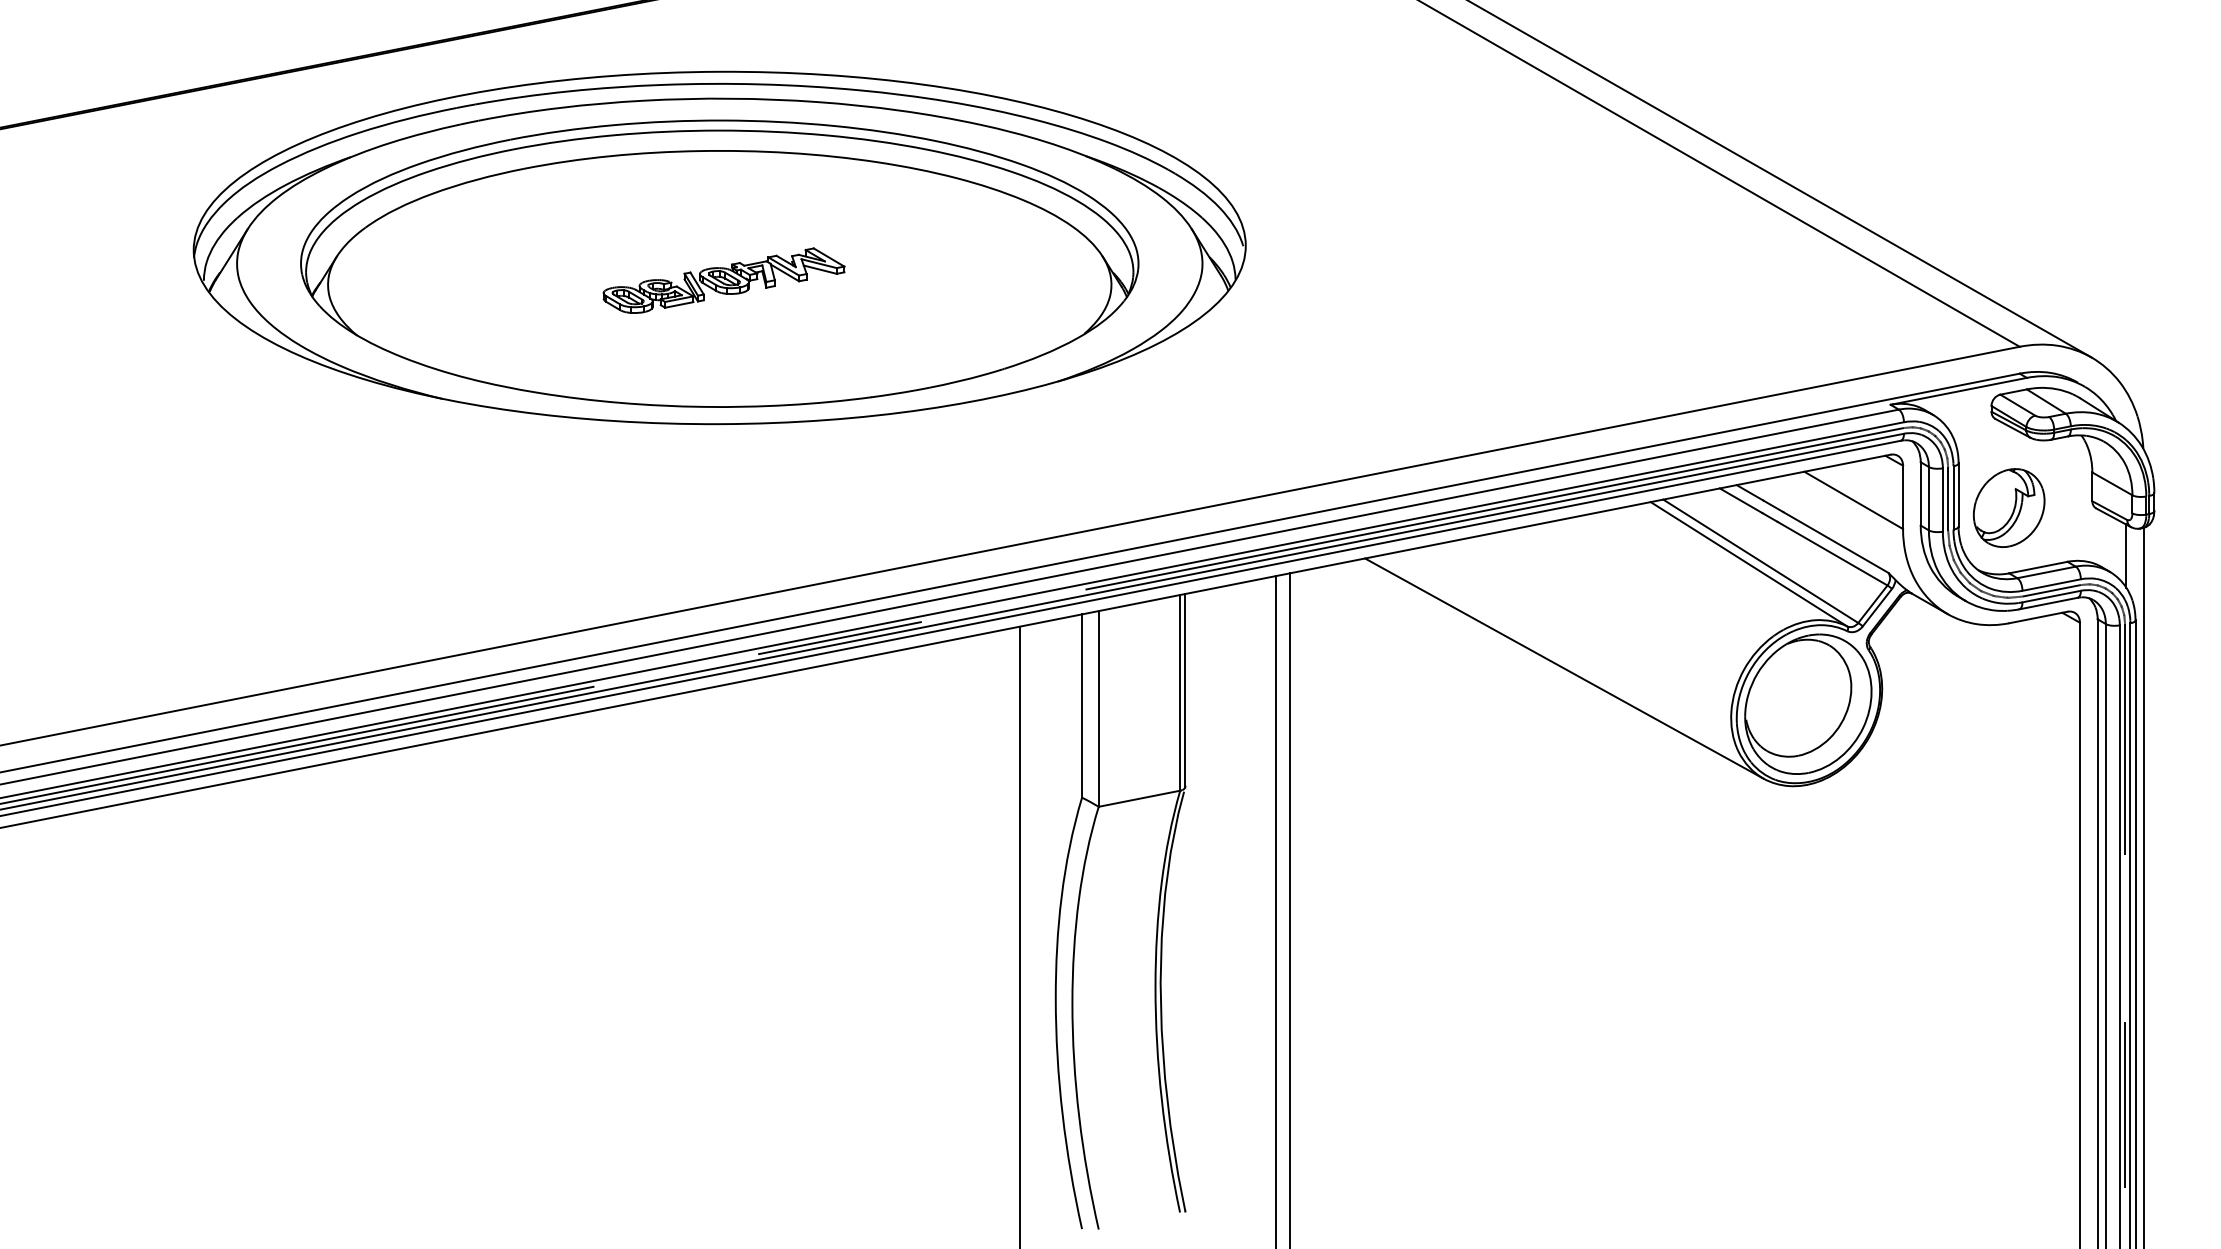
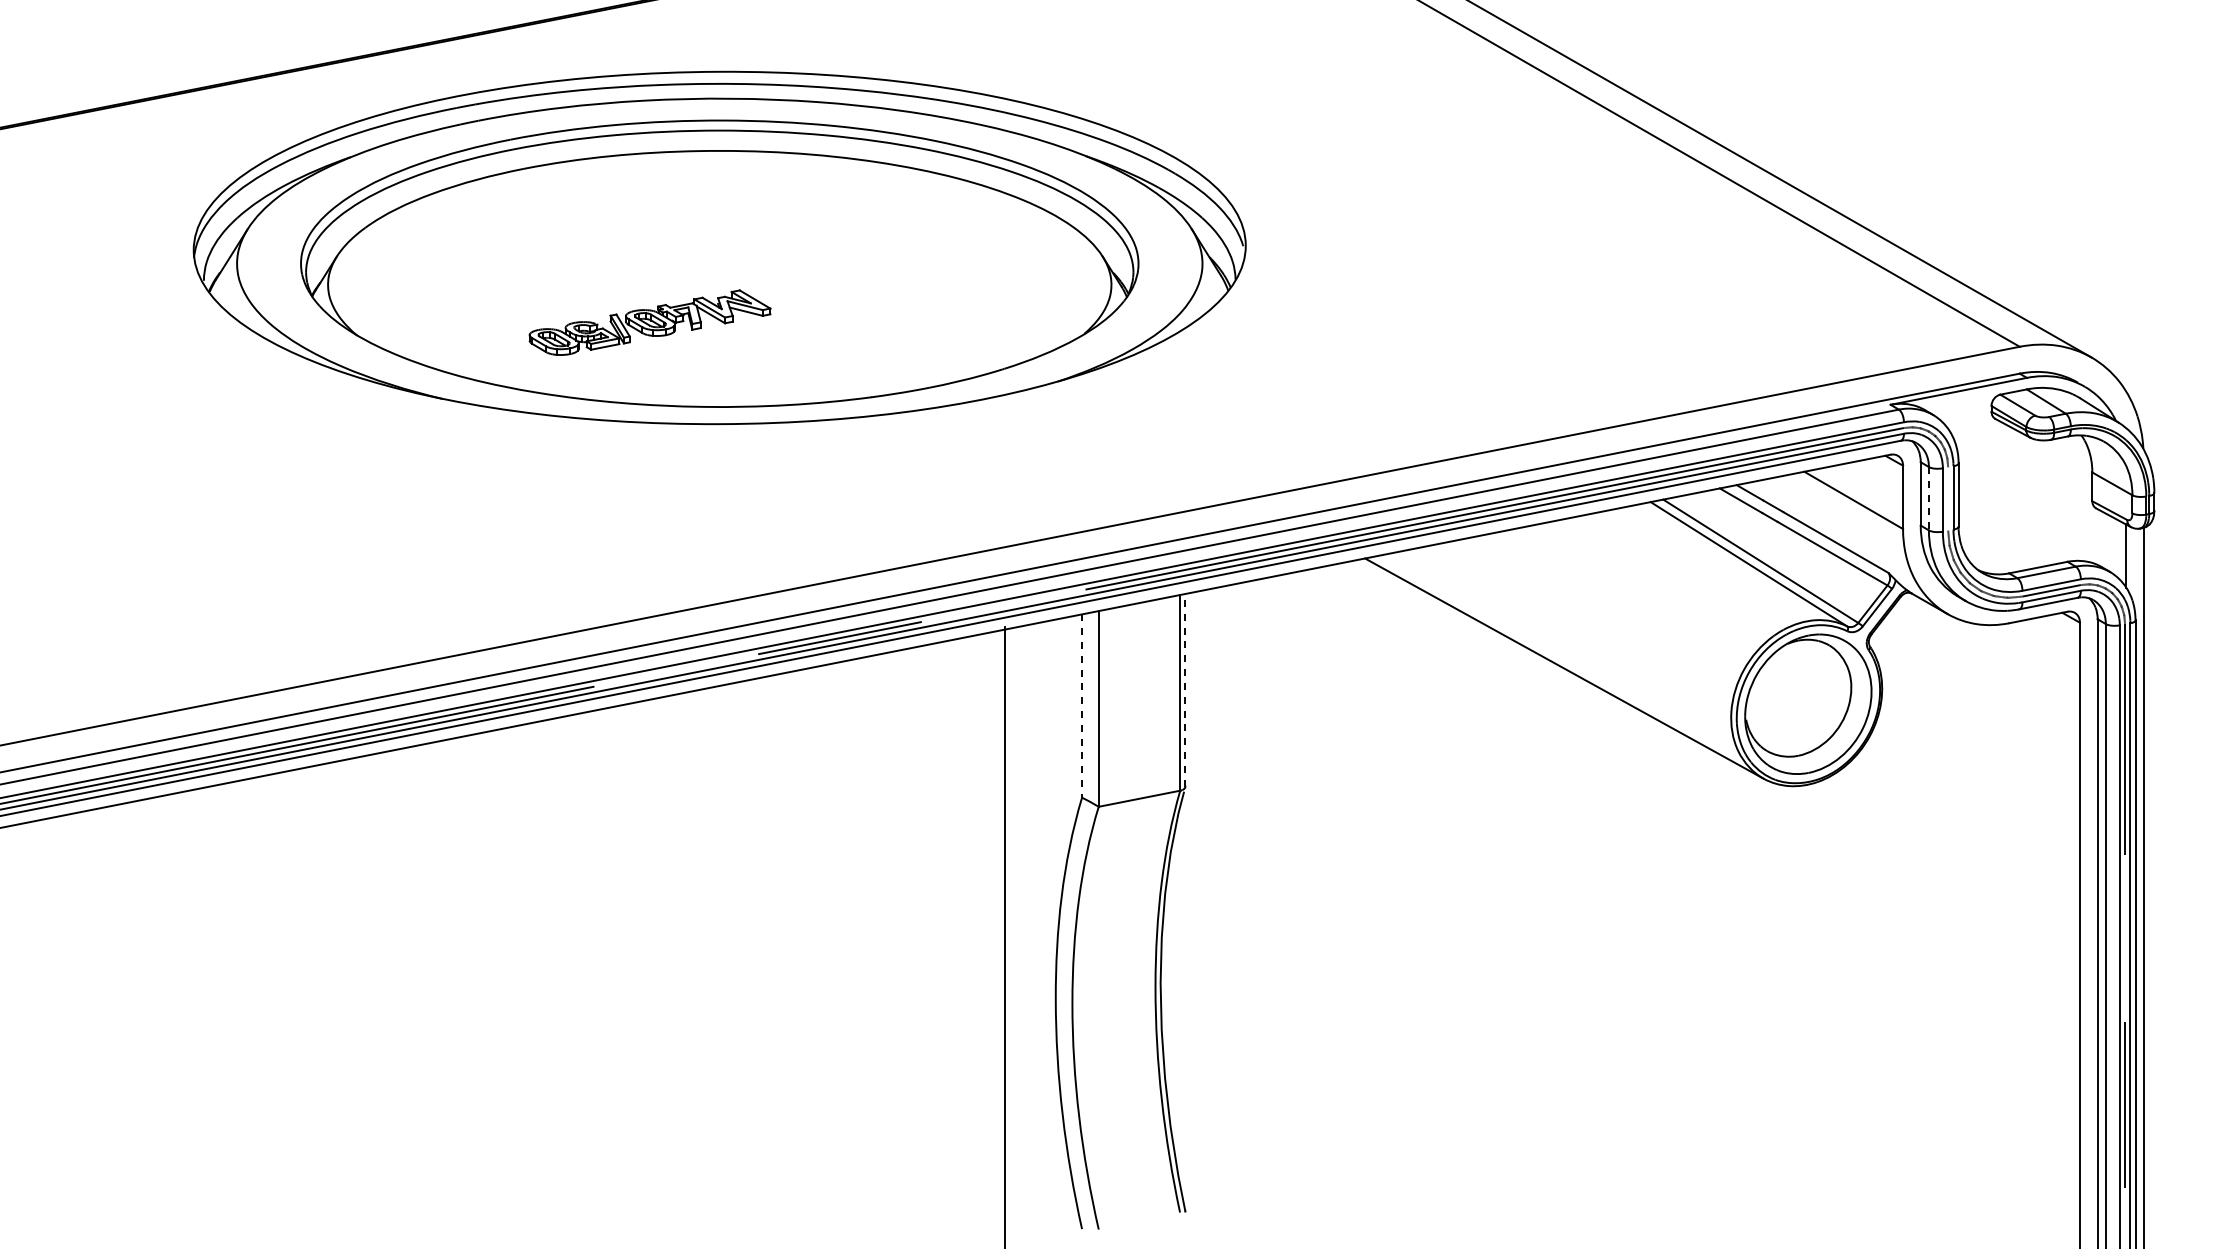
part at (723, 280) position: (723, 280) -> (649, 322)
line at (1928, 498): solid -> dashed
line at (1948, 498): present -> none
part at (2009, 507): present -> none
line at (1185, 689): solid -> dashed
line at (1082, 706): solid -> dashed
line at (1289, 909): present -> none
line at (1275, 910): present -> none
line at (1019, 935) position: (1019, 935) -> (1004, 935)
